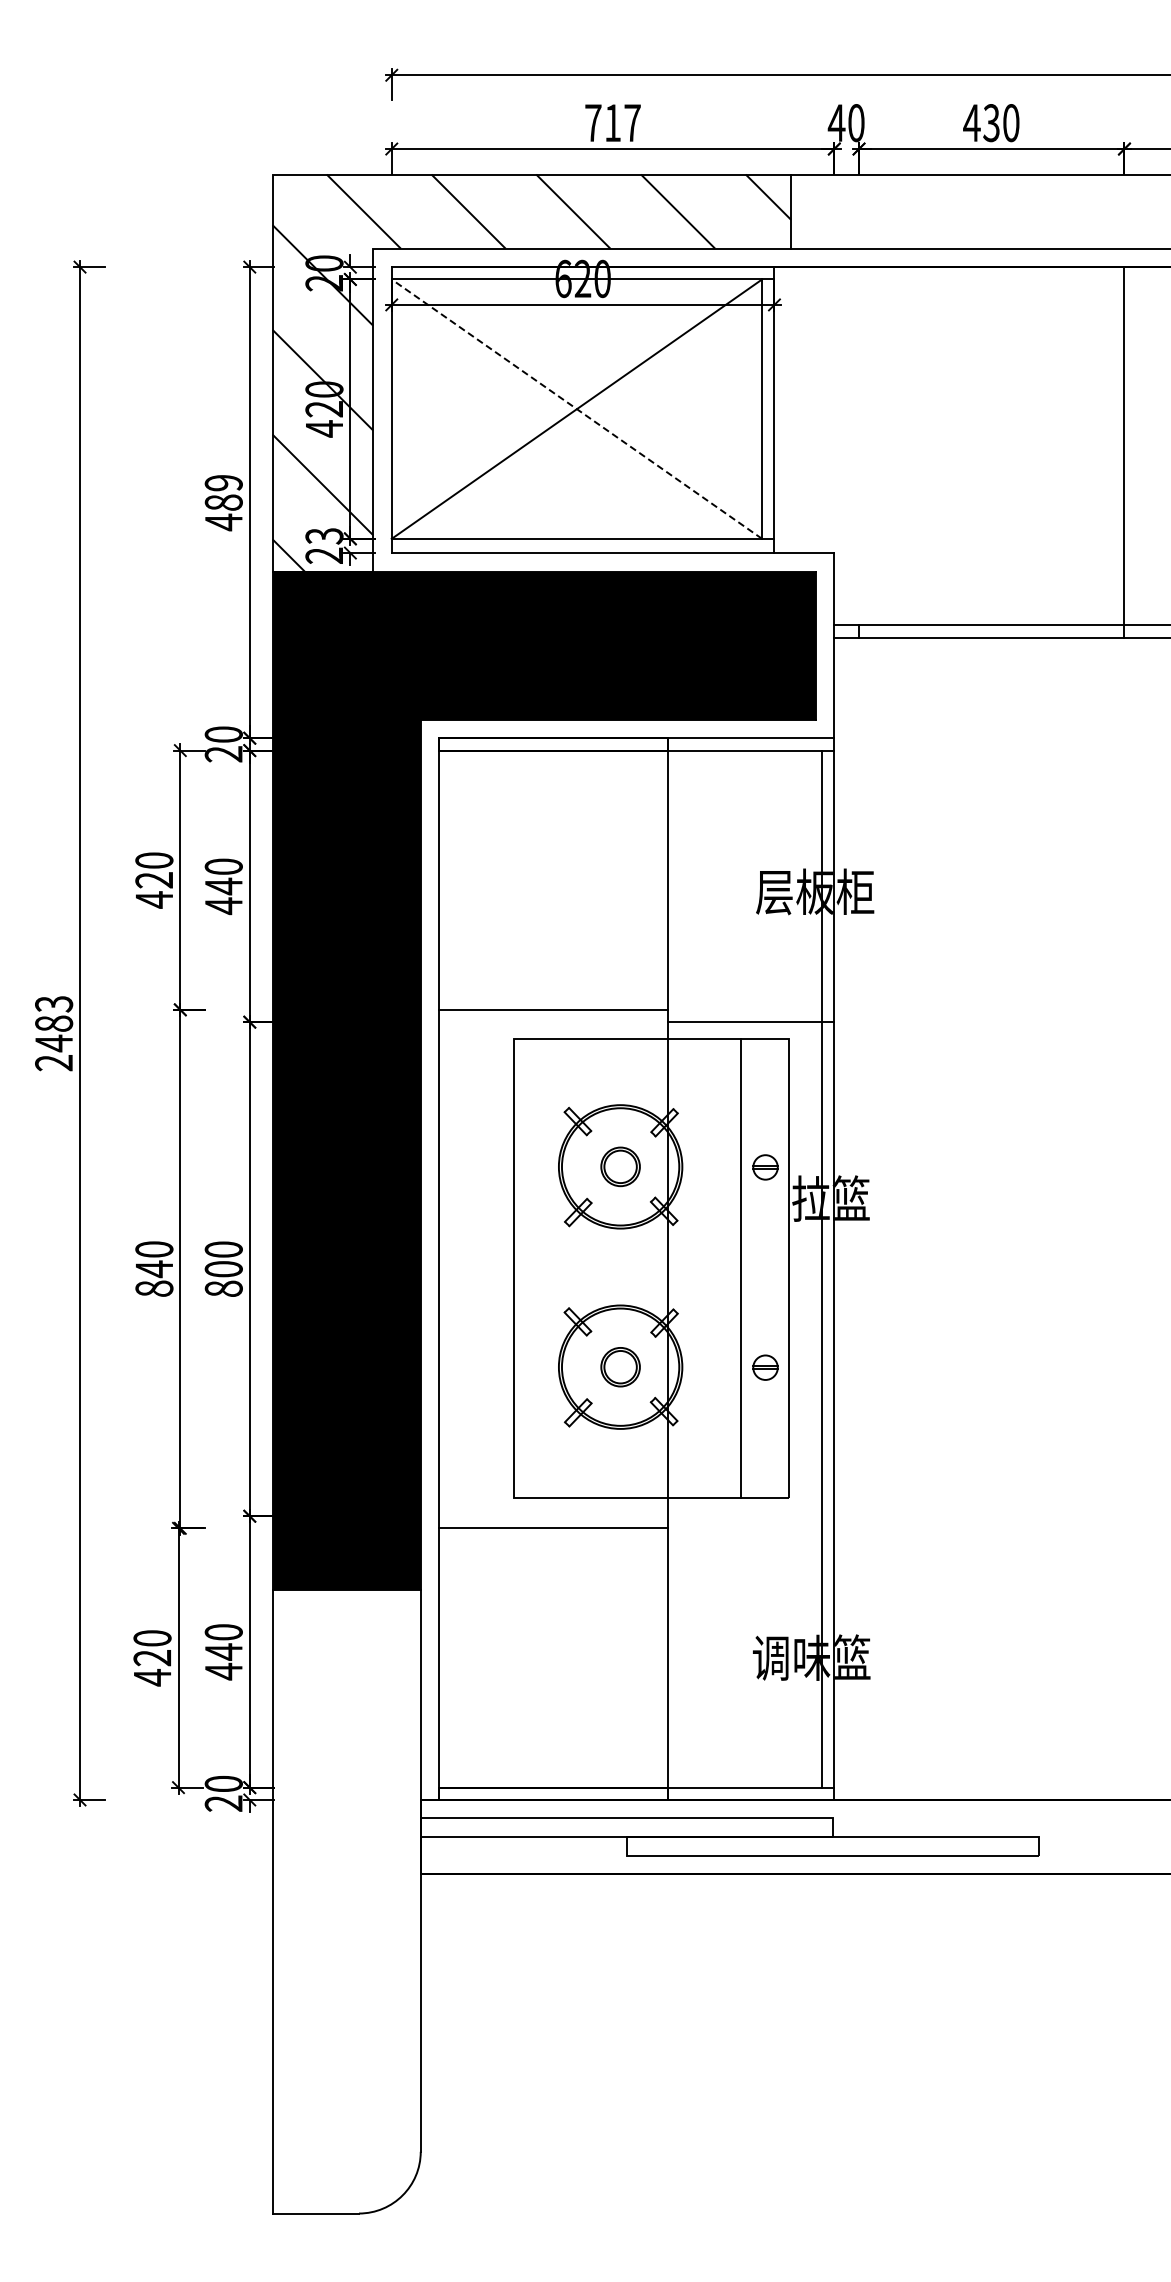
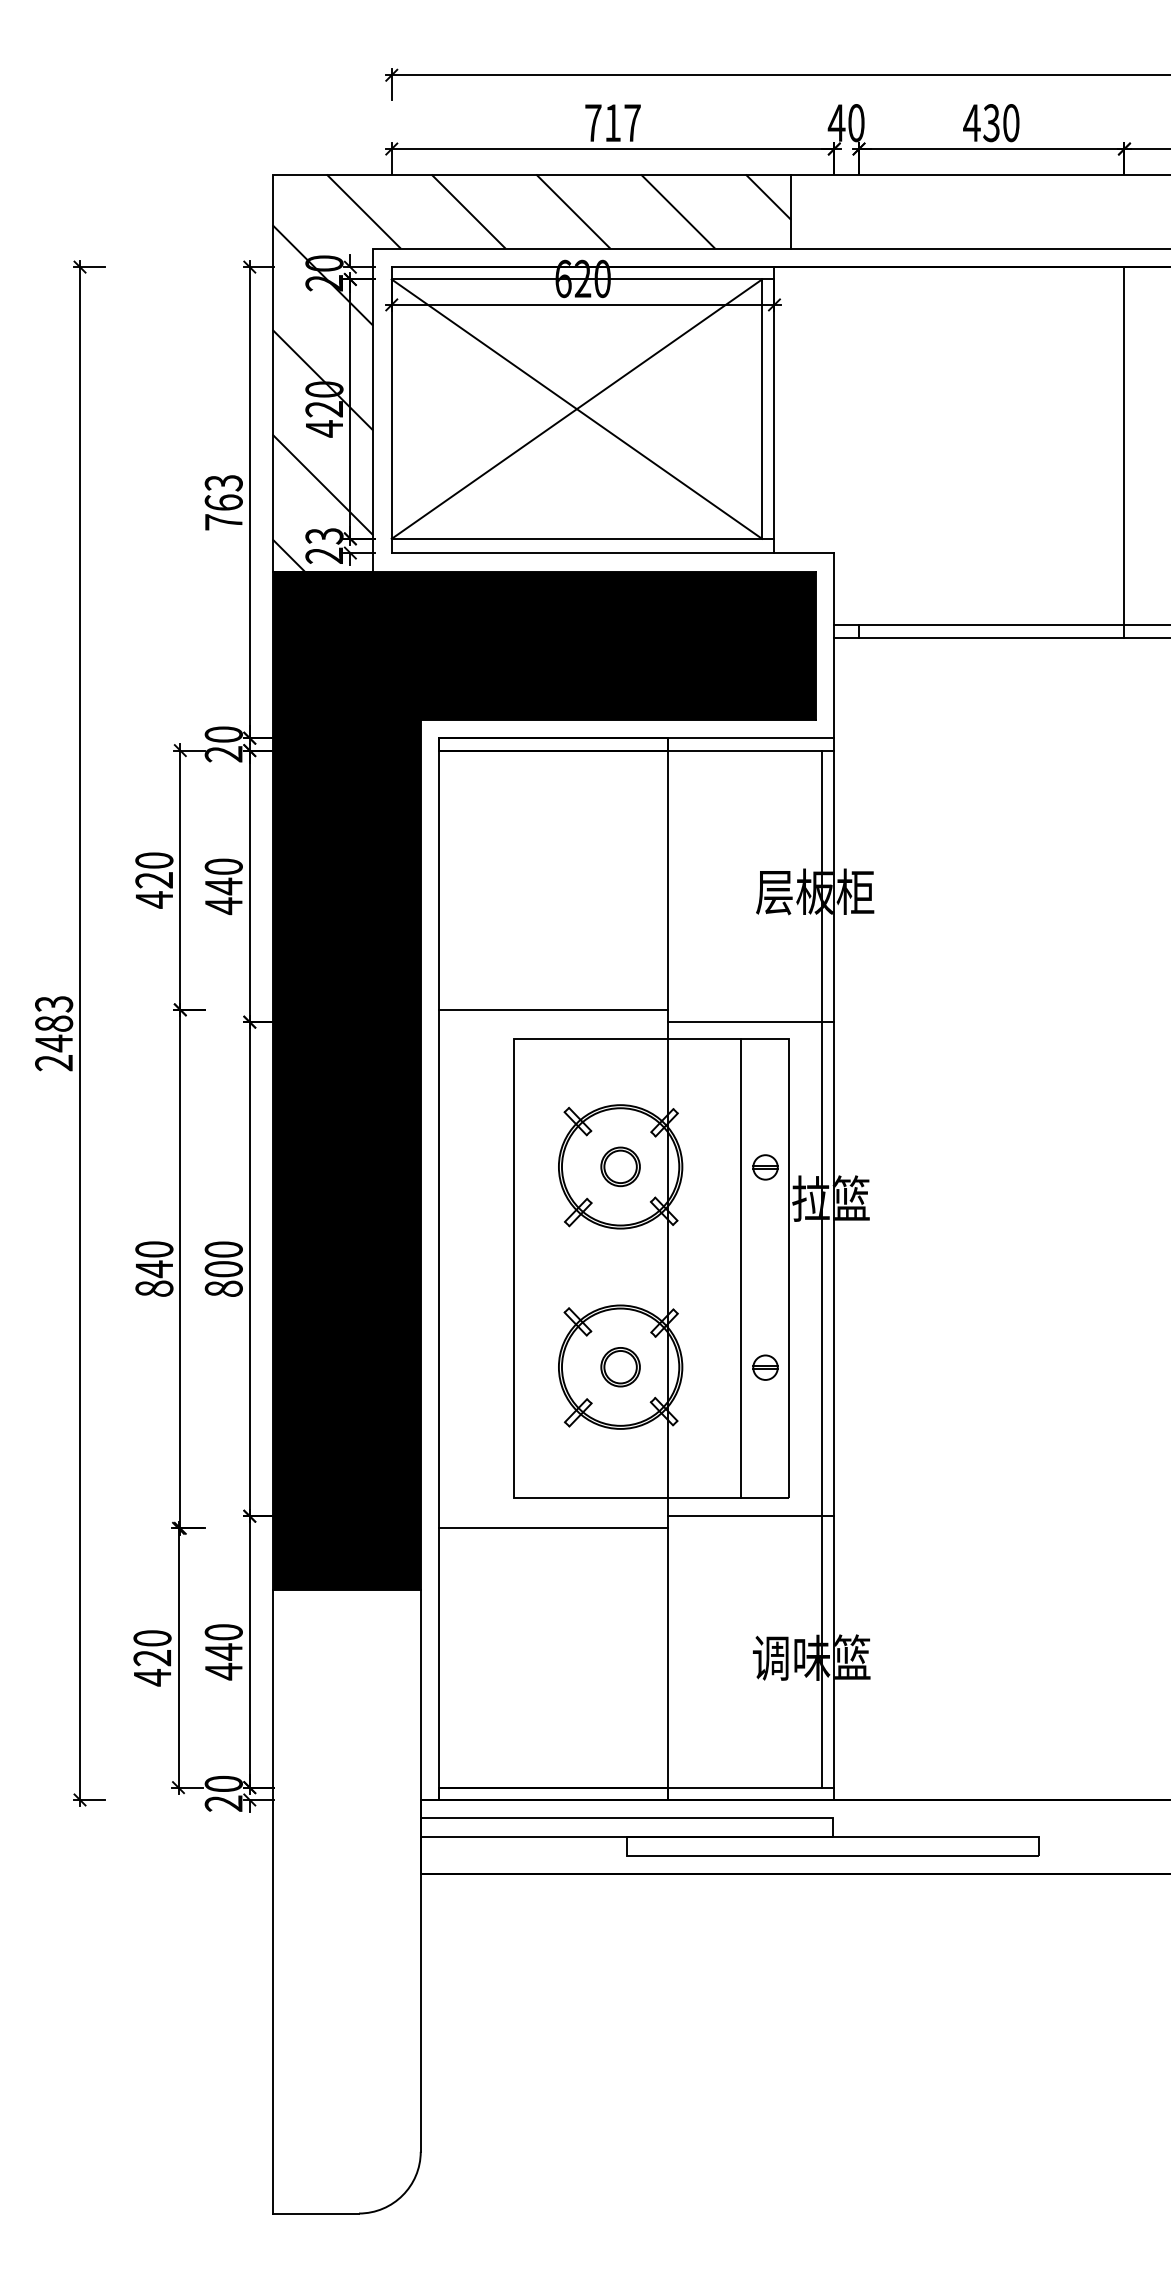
line at (576, 408): dashed -> solid
text at (223, 503): 489 -> 763
line at (750, 1516): none -> present
